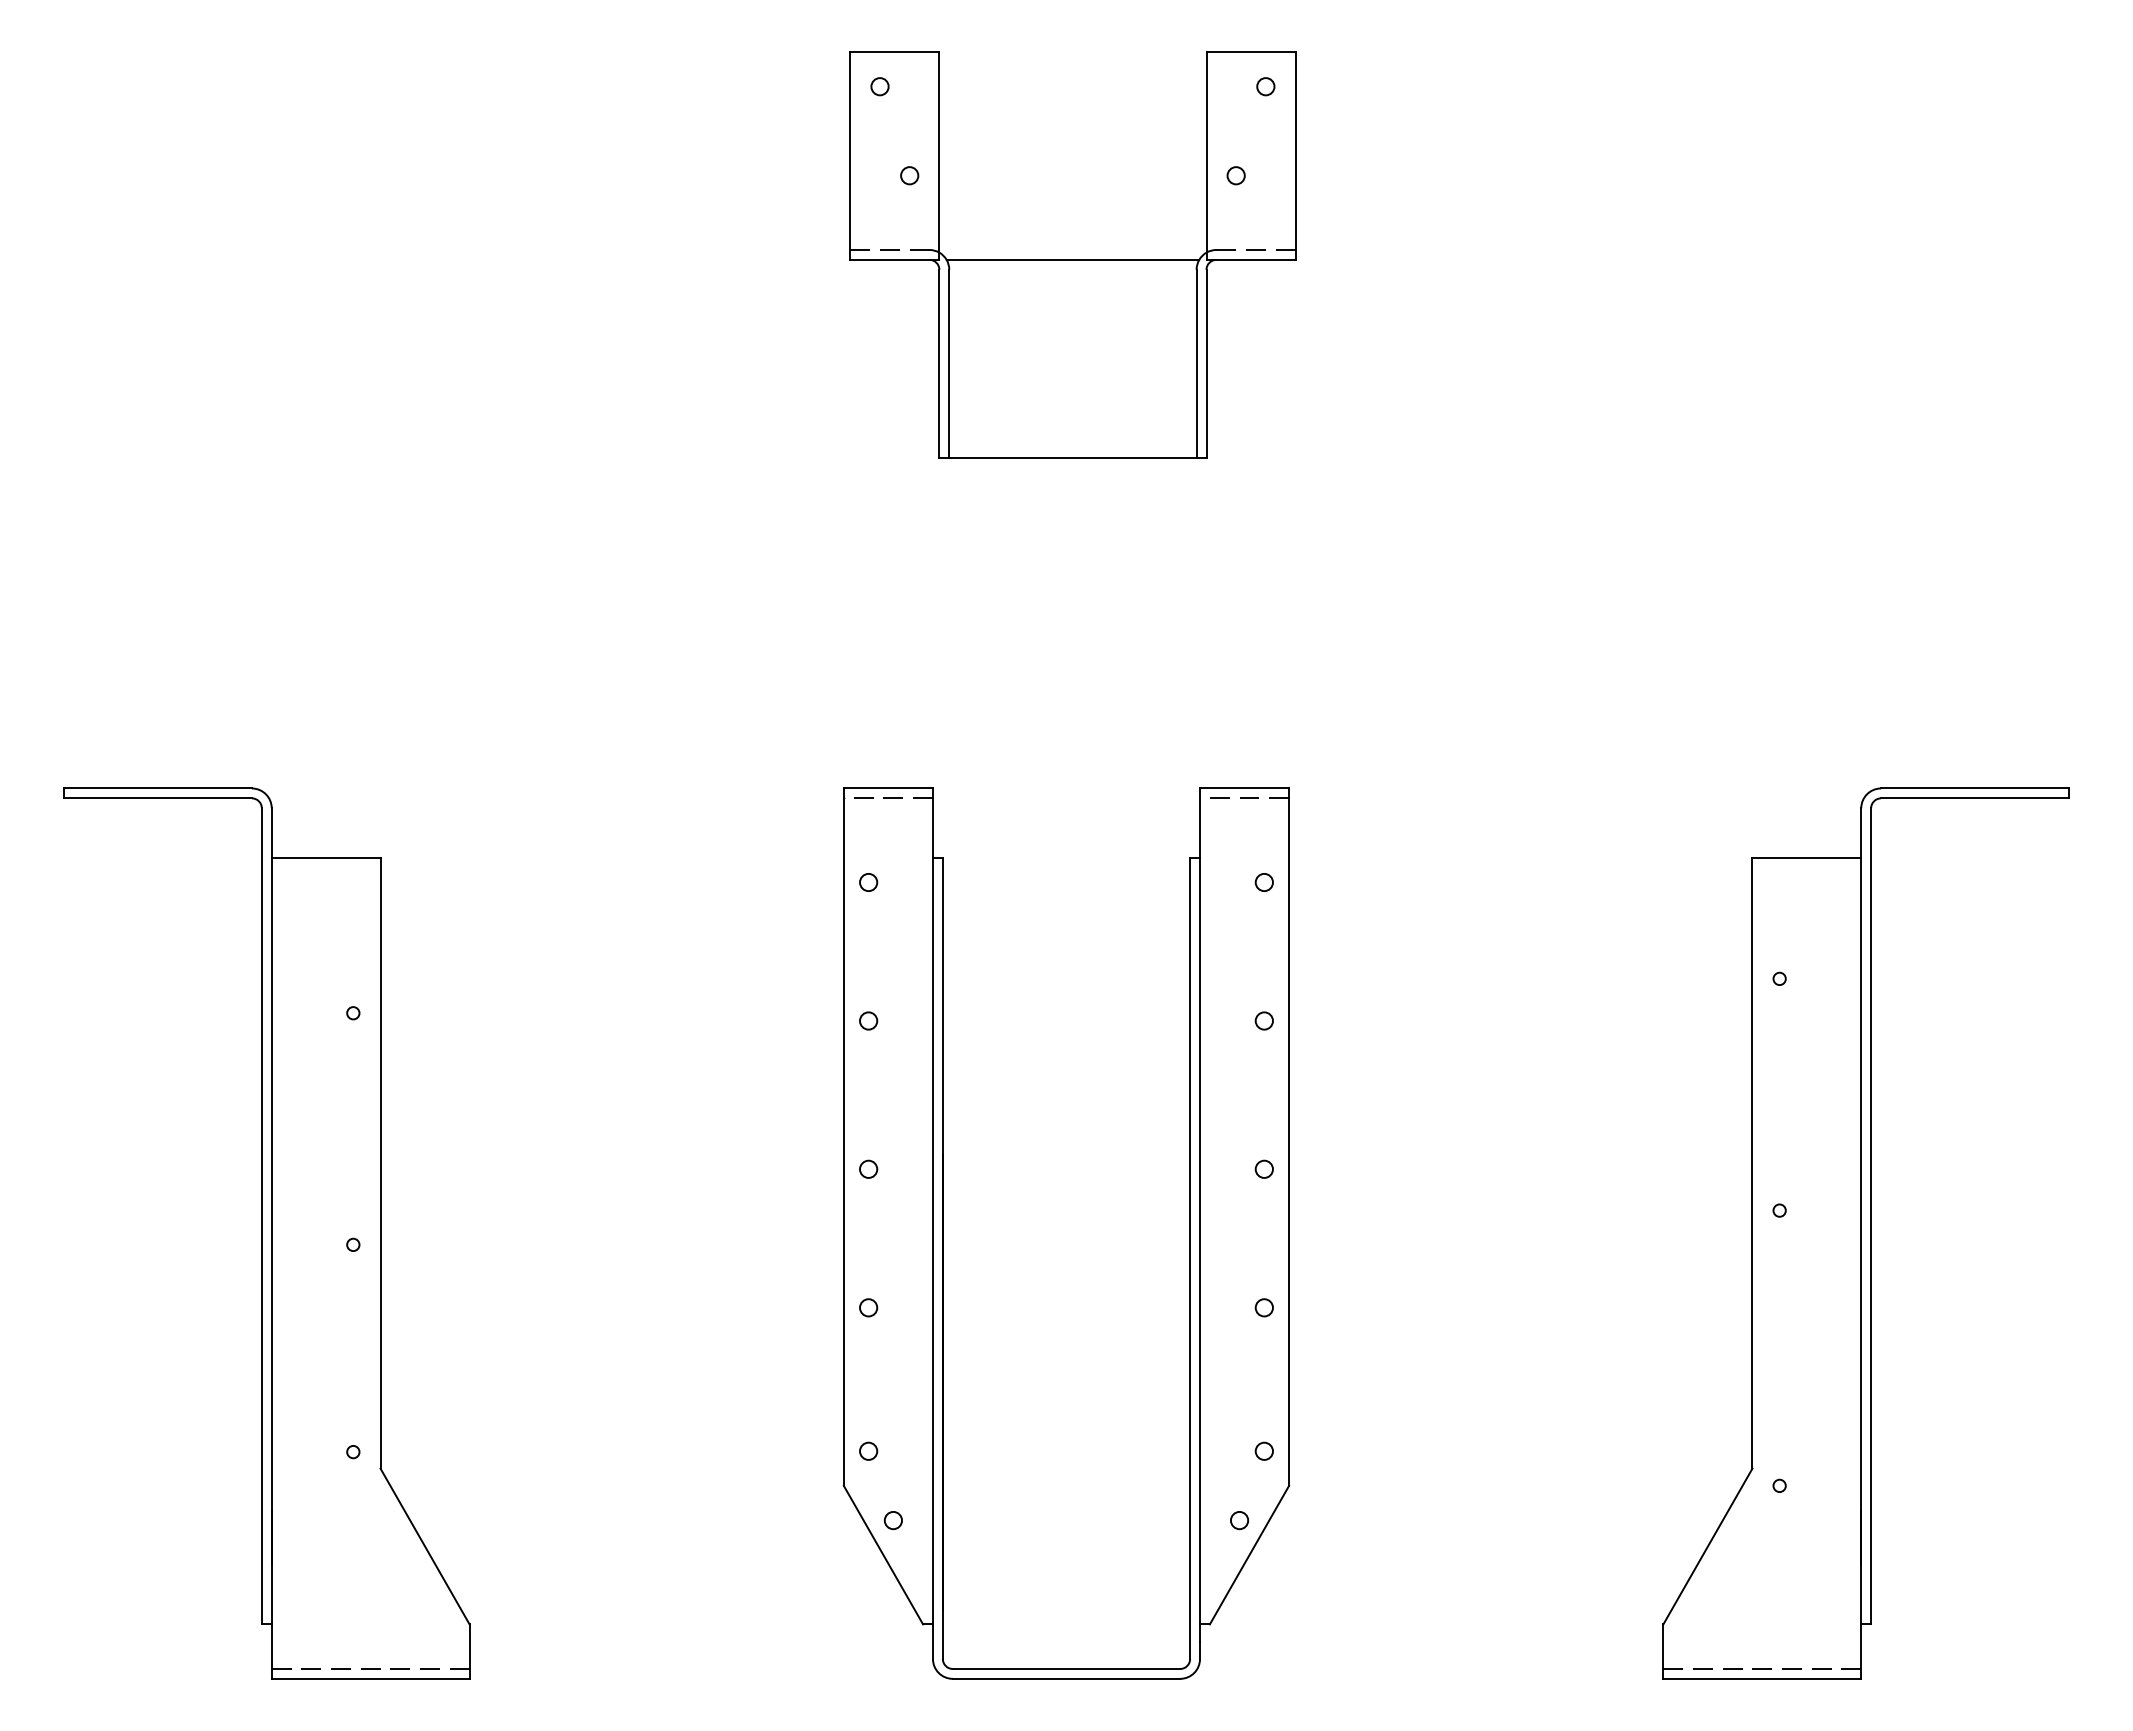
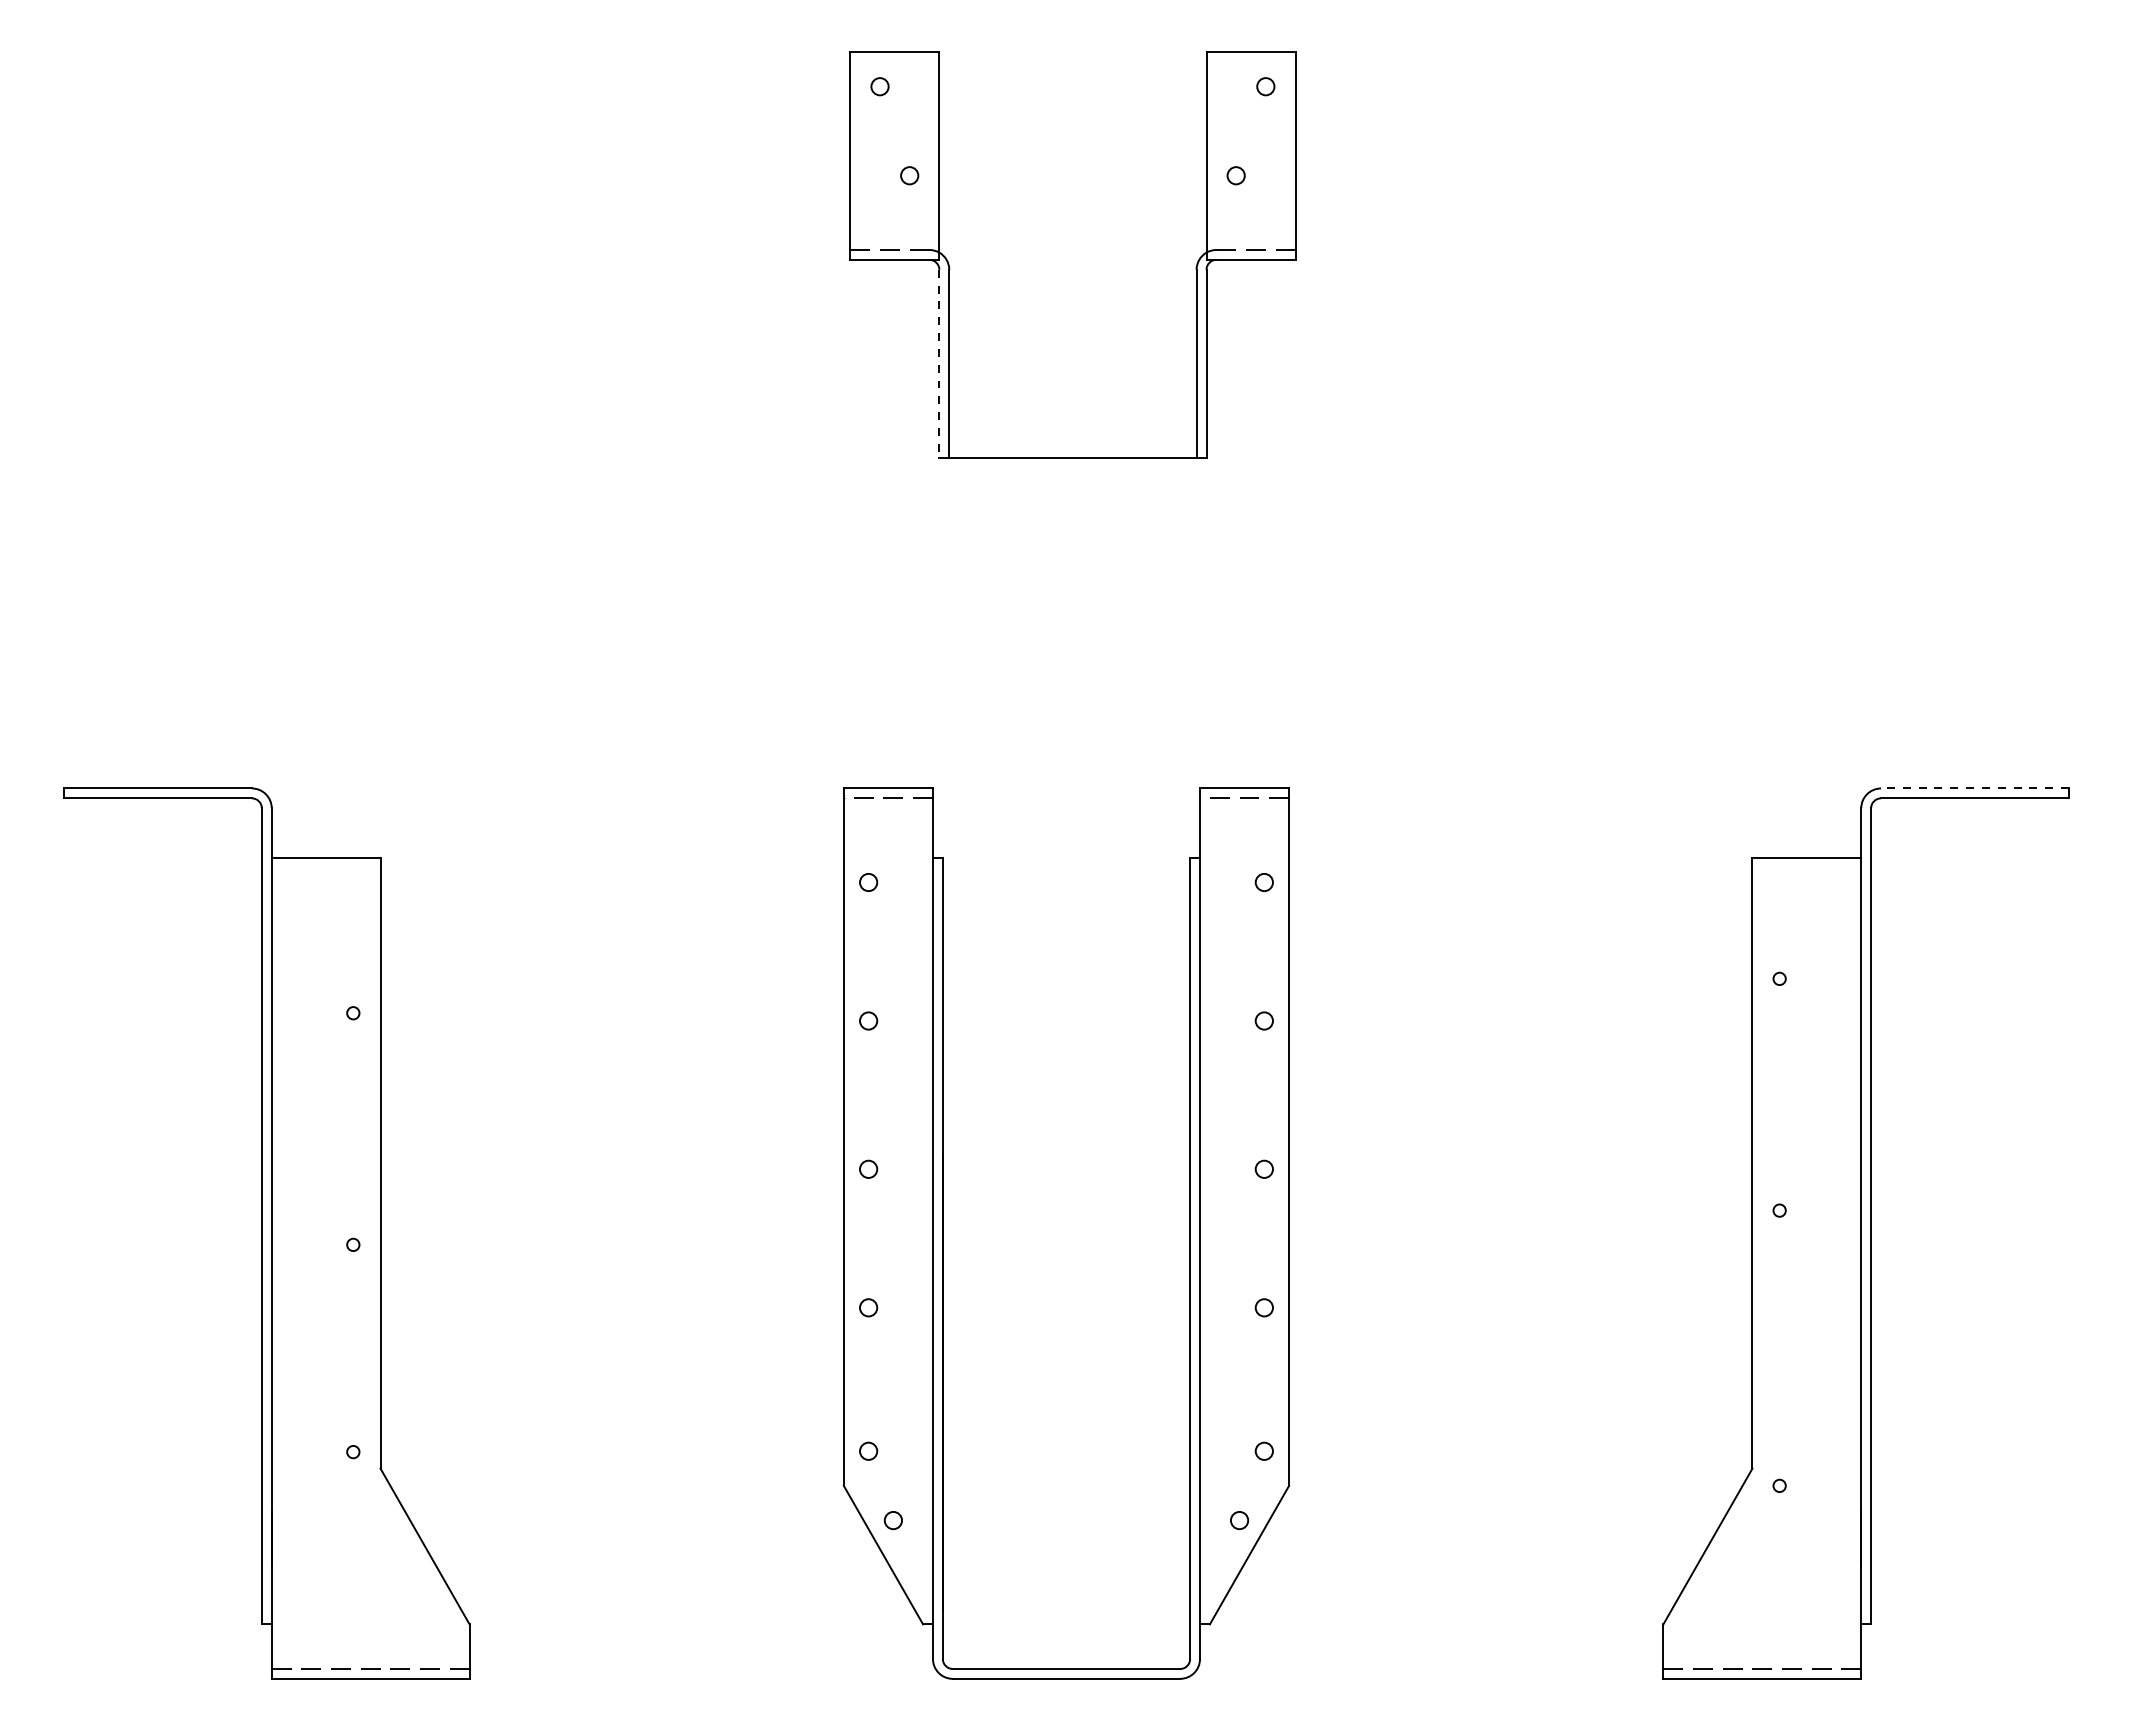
line at (1072, 259): present -> none
line at (939, 363): solid -> dashed
line at (1975, 788): solid -> dashed
